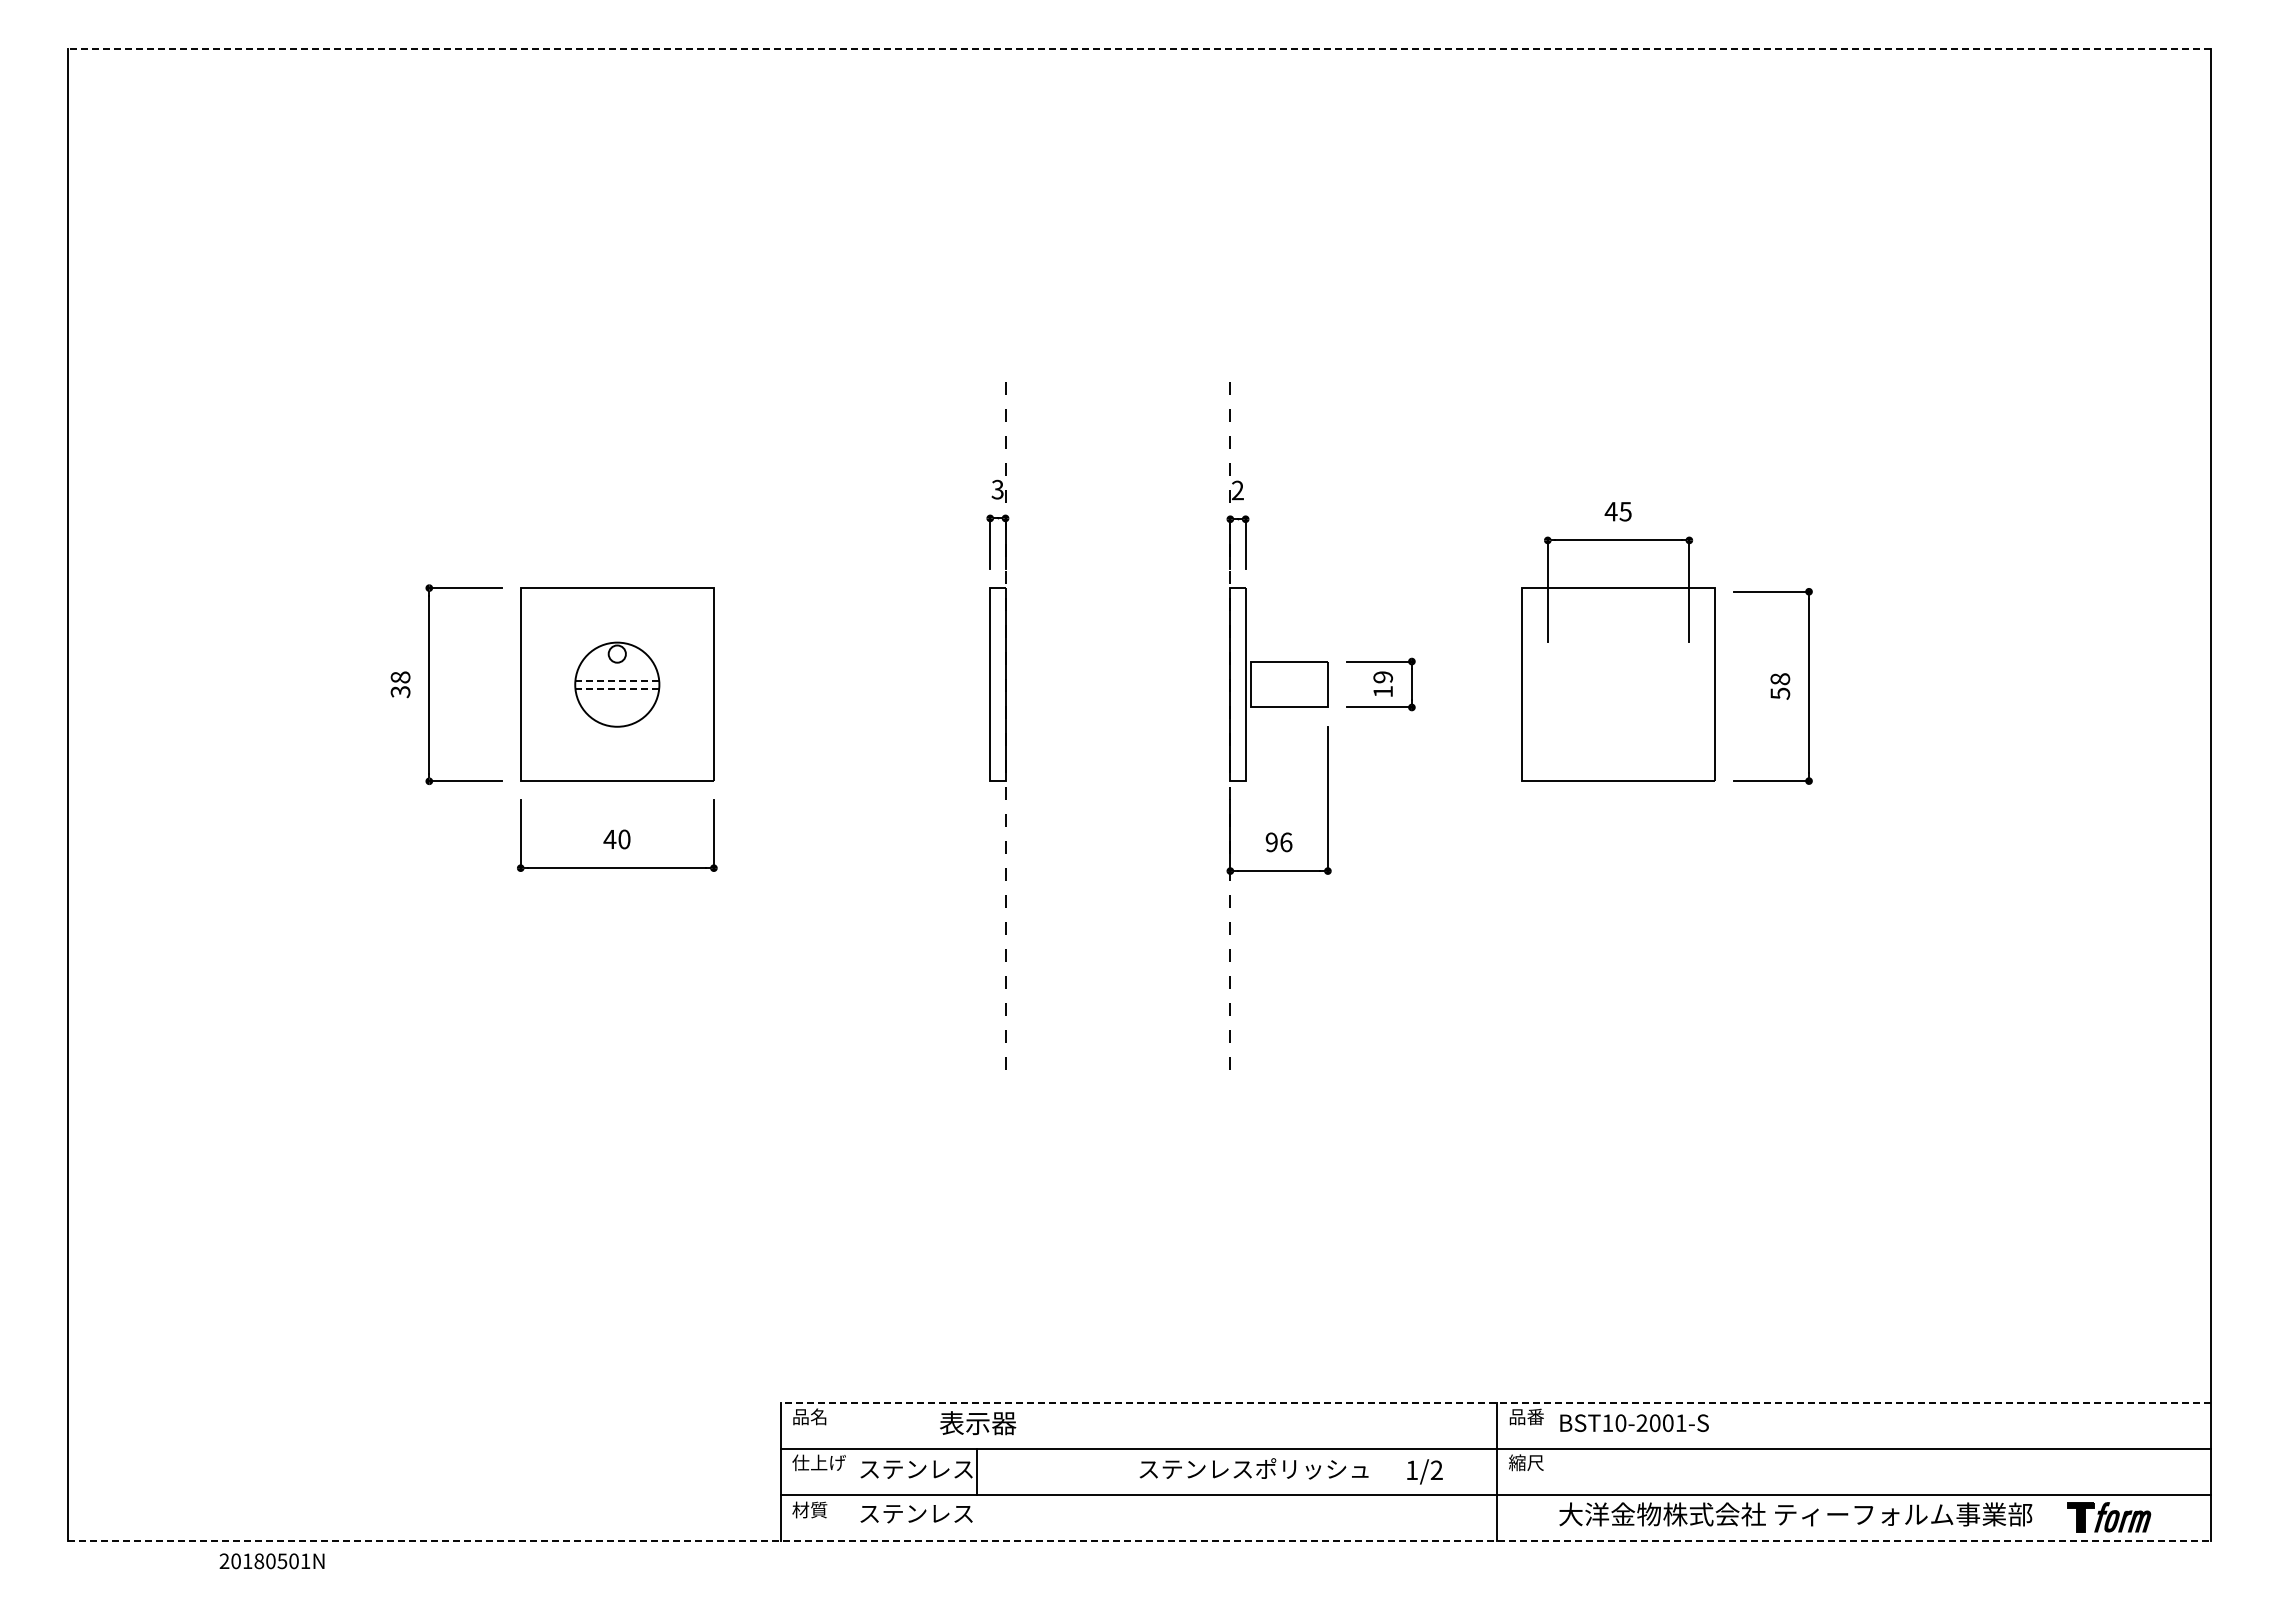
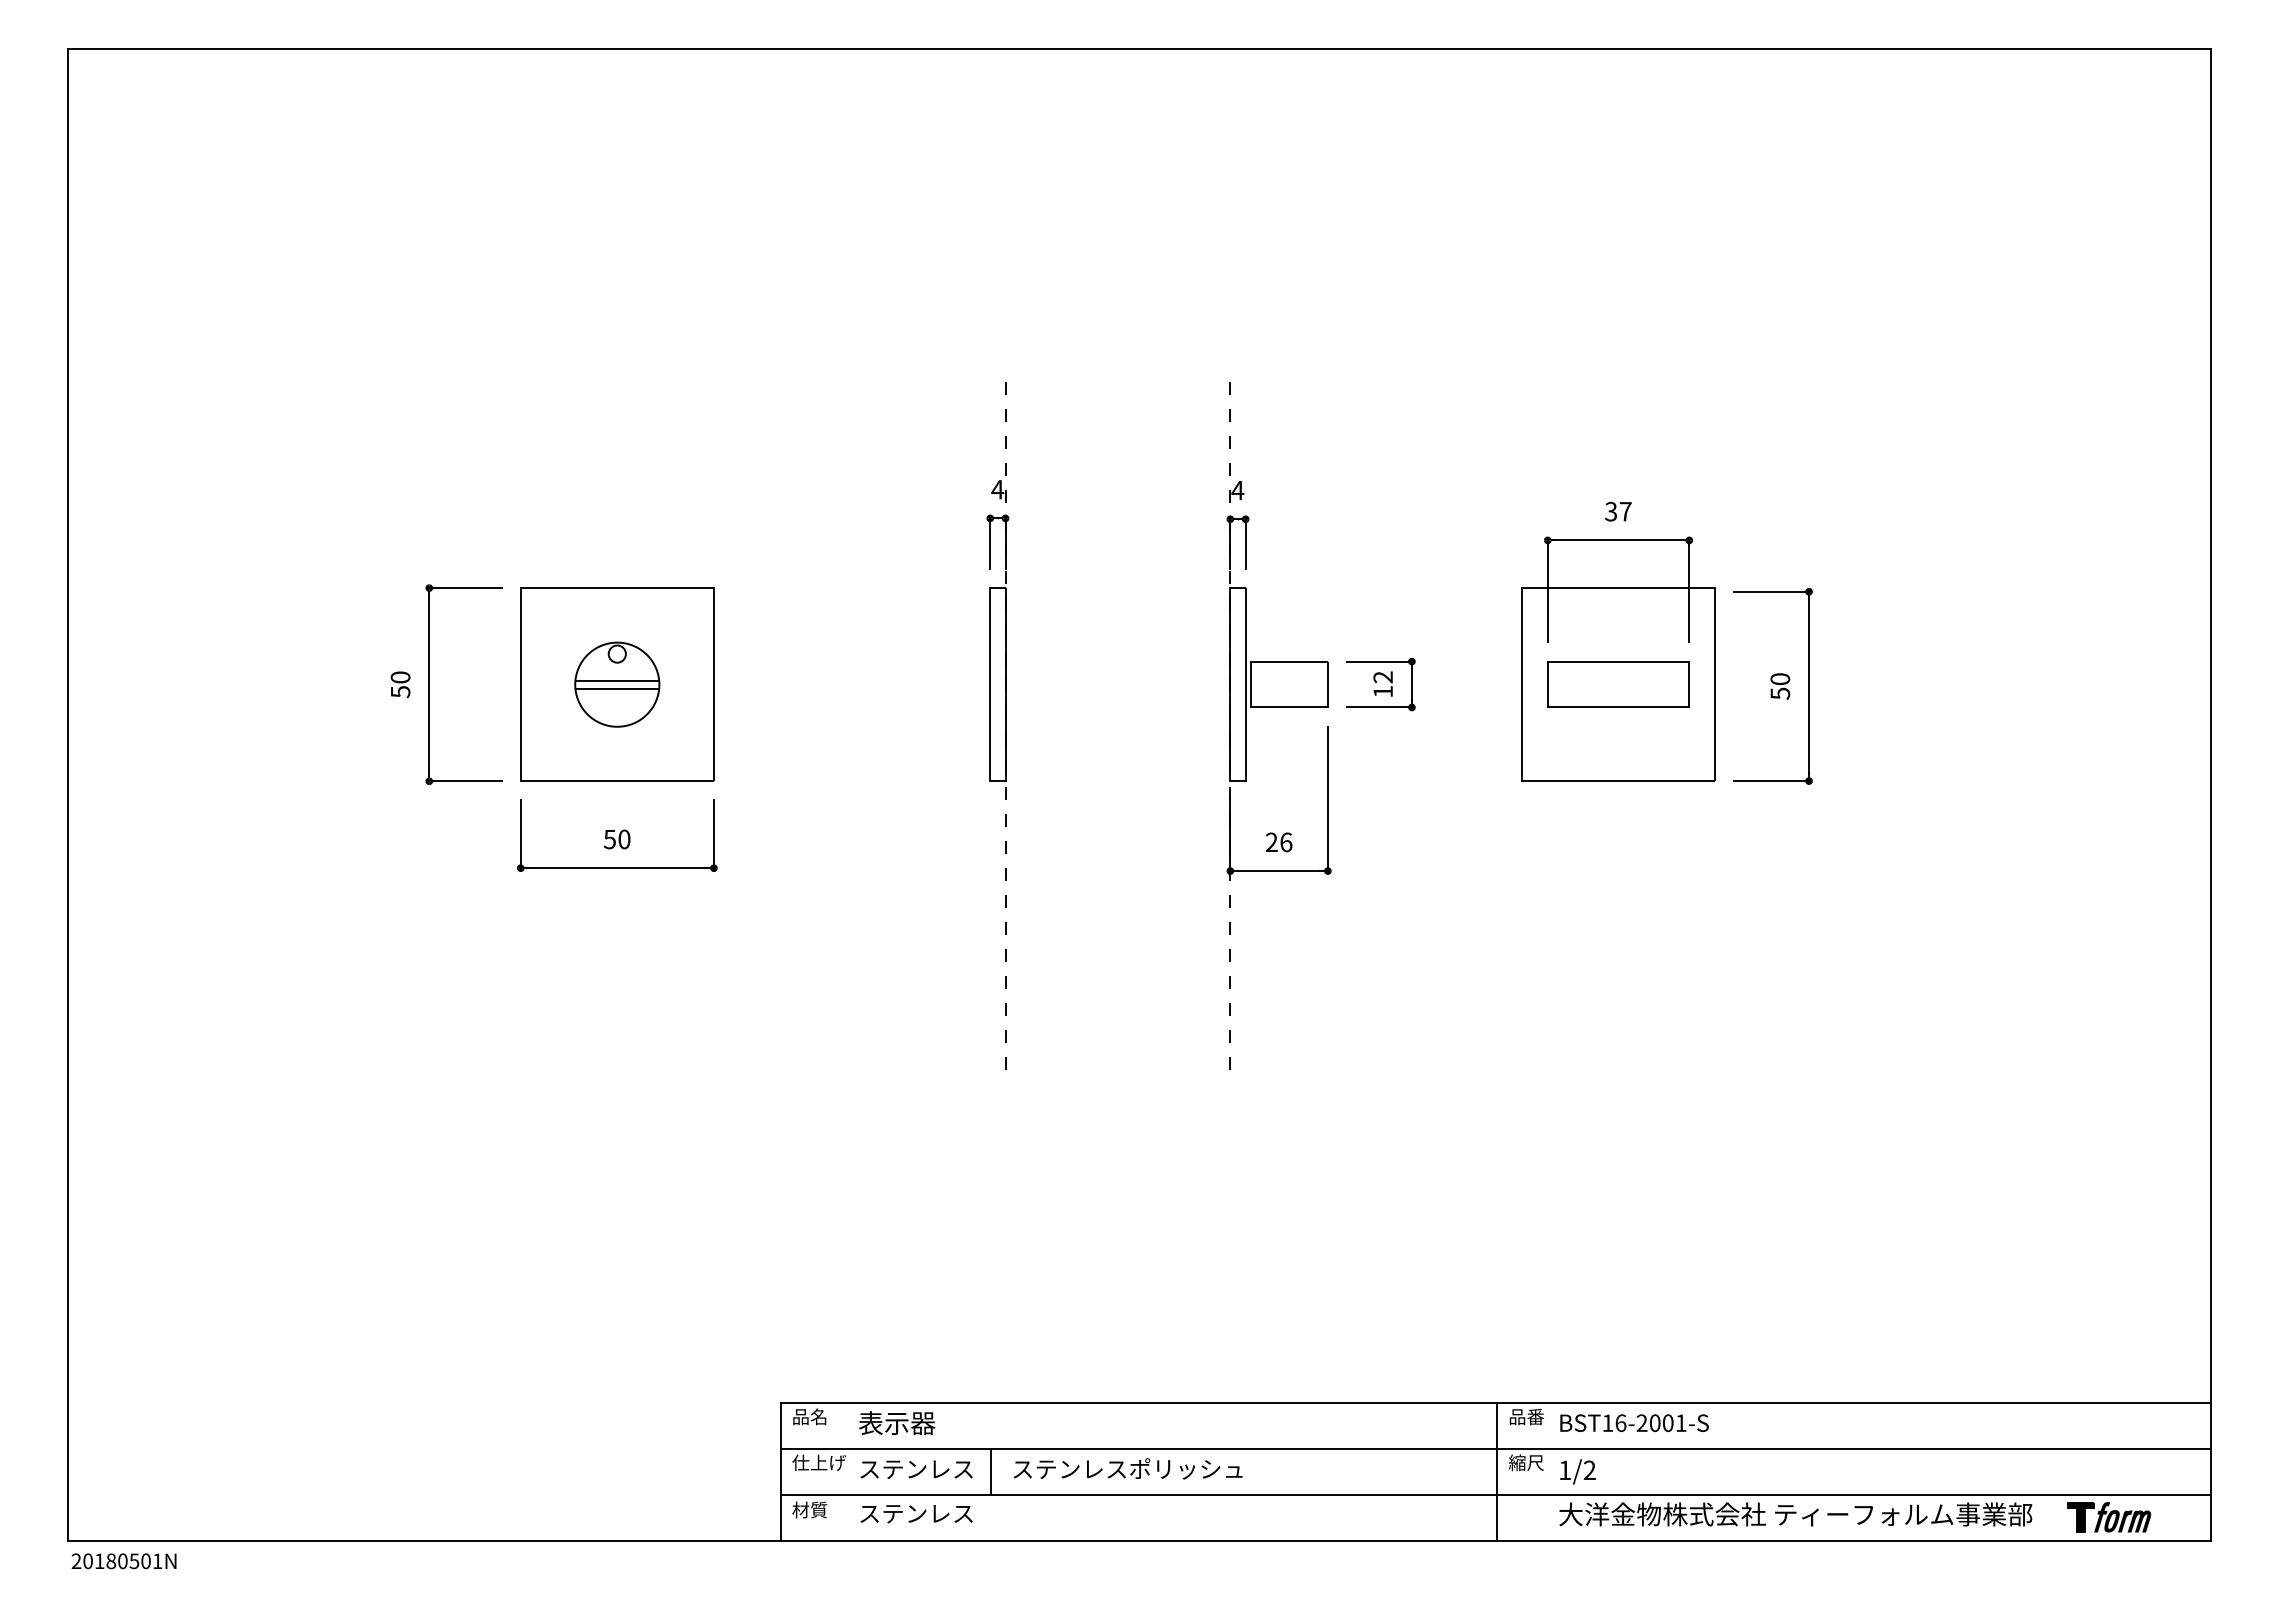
line at (1139, 48): dashed -> solid
text at (997, 489): 3 -> 4
text at (1237, 490): 2 -> 4
text at (1617, 511): 45 -> 37
text at (1383, 677): 19 -> 12
text at (1780, 679): 58 -> 50
line at (617, 680): dashed -> solid
text at (400, 684): 38 -> 50
part at (1618, 684): none -> present
line at (617, 688): dashed -> solid
text at (609, 839): 40 -> 50
text at (1271, 842): 96 -> 26
line at (1495, 1402): dashed -> solid
text at (1620, 1422): BST10-2001-S -> BST16-2001-S
text at (978, 1423) position: (978, 1423) -> (897, 1423)
text at (1253, 1468) position: (1253, 1468) -> (1127, 1468)
line at (977, 1471) position: (977, 1471) -> (991, 1471)
text at (1424, 1471) position: (1424, 1471) -> (1577, 1471)
line at (1139, 1540): dashed -> solid
text at (271, 1561) position: (271, 1561) -> (123, 1561)
